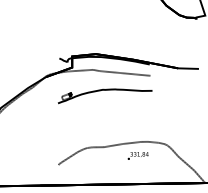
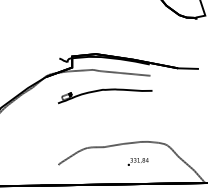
text at (137, 155) position: (137, 155) -> (137, 161)
